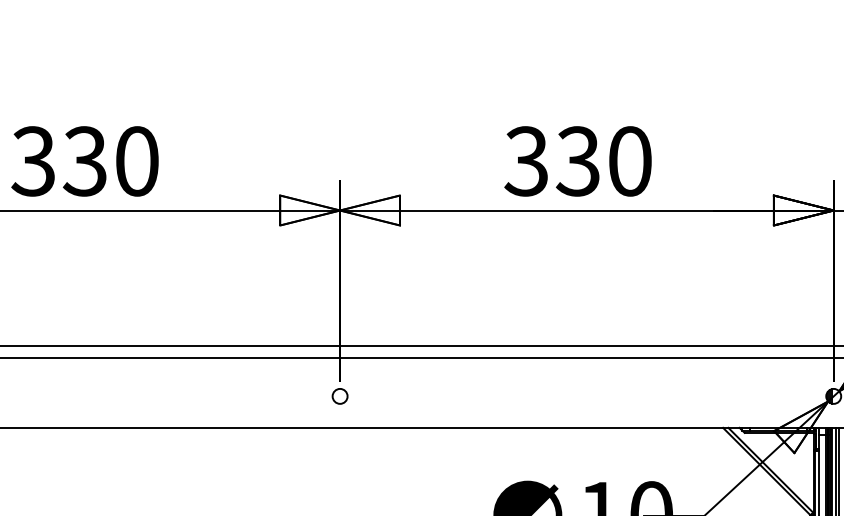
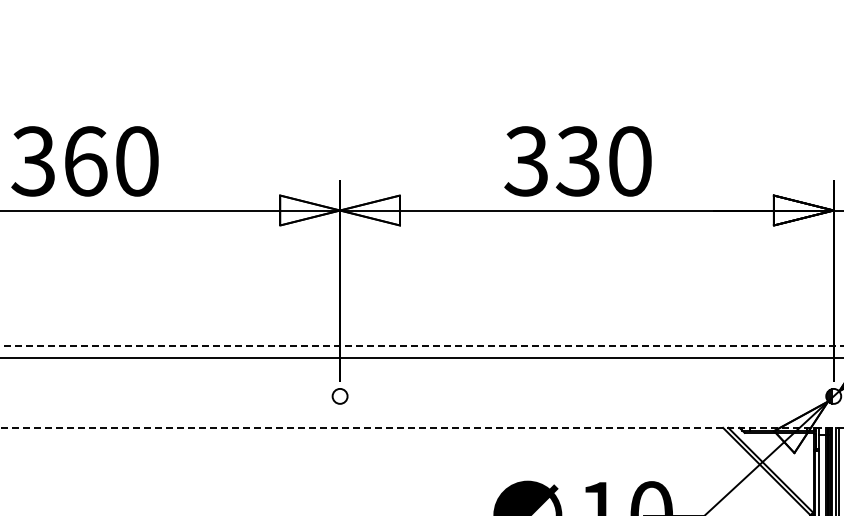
text at (84, 161): 330 -> 360
line at (422, 345): solid -> dashed
line at (422, 427): solid -> dashed
